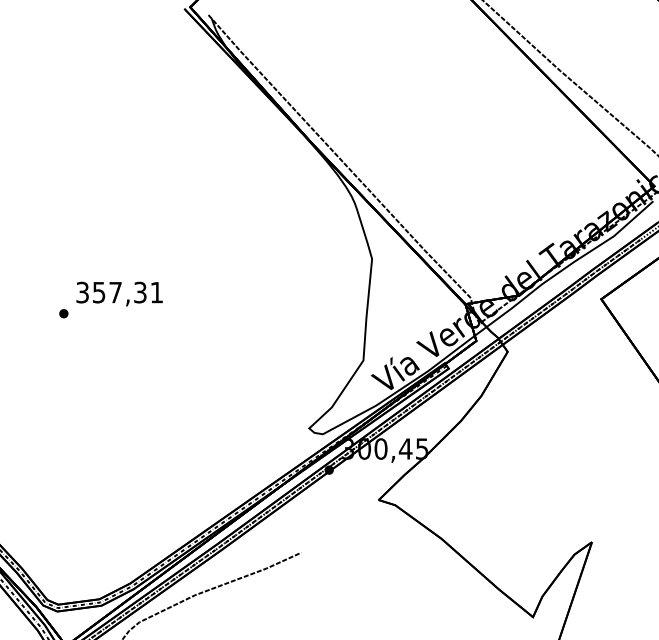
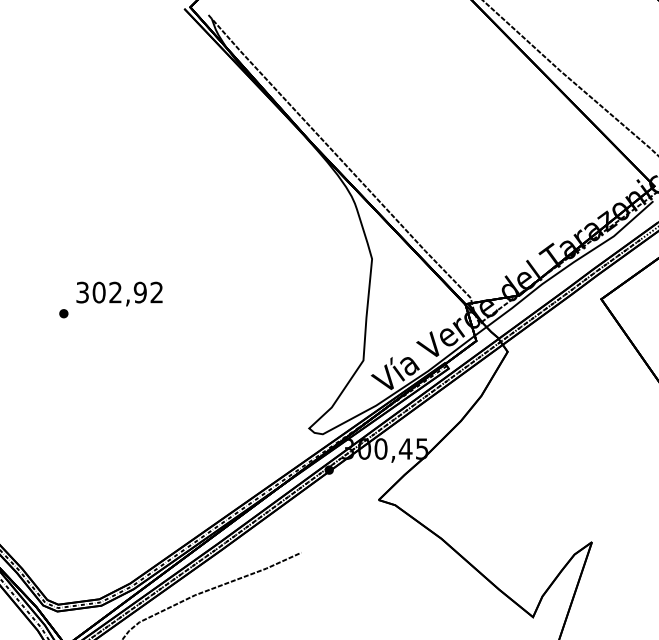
text at (127, 292): 357,31 -> 302,92
